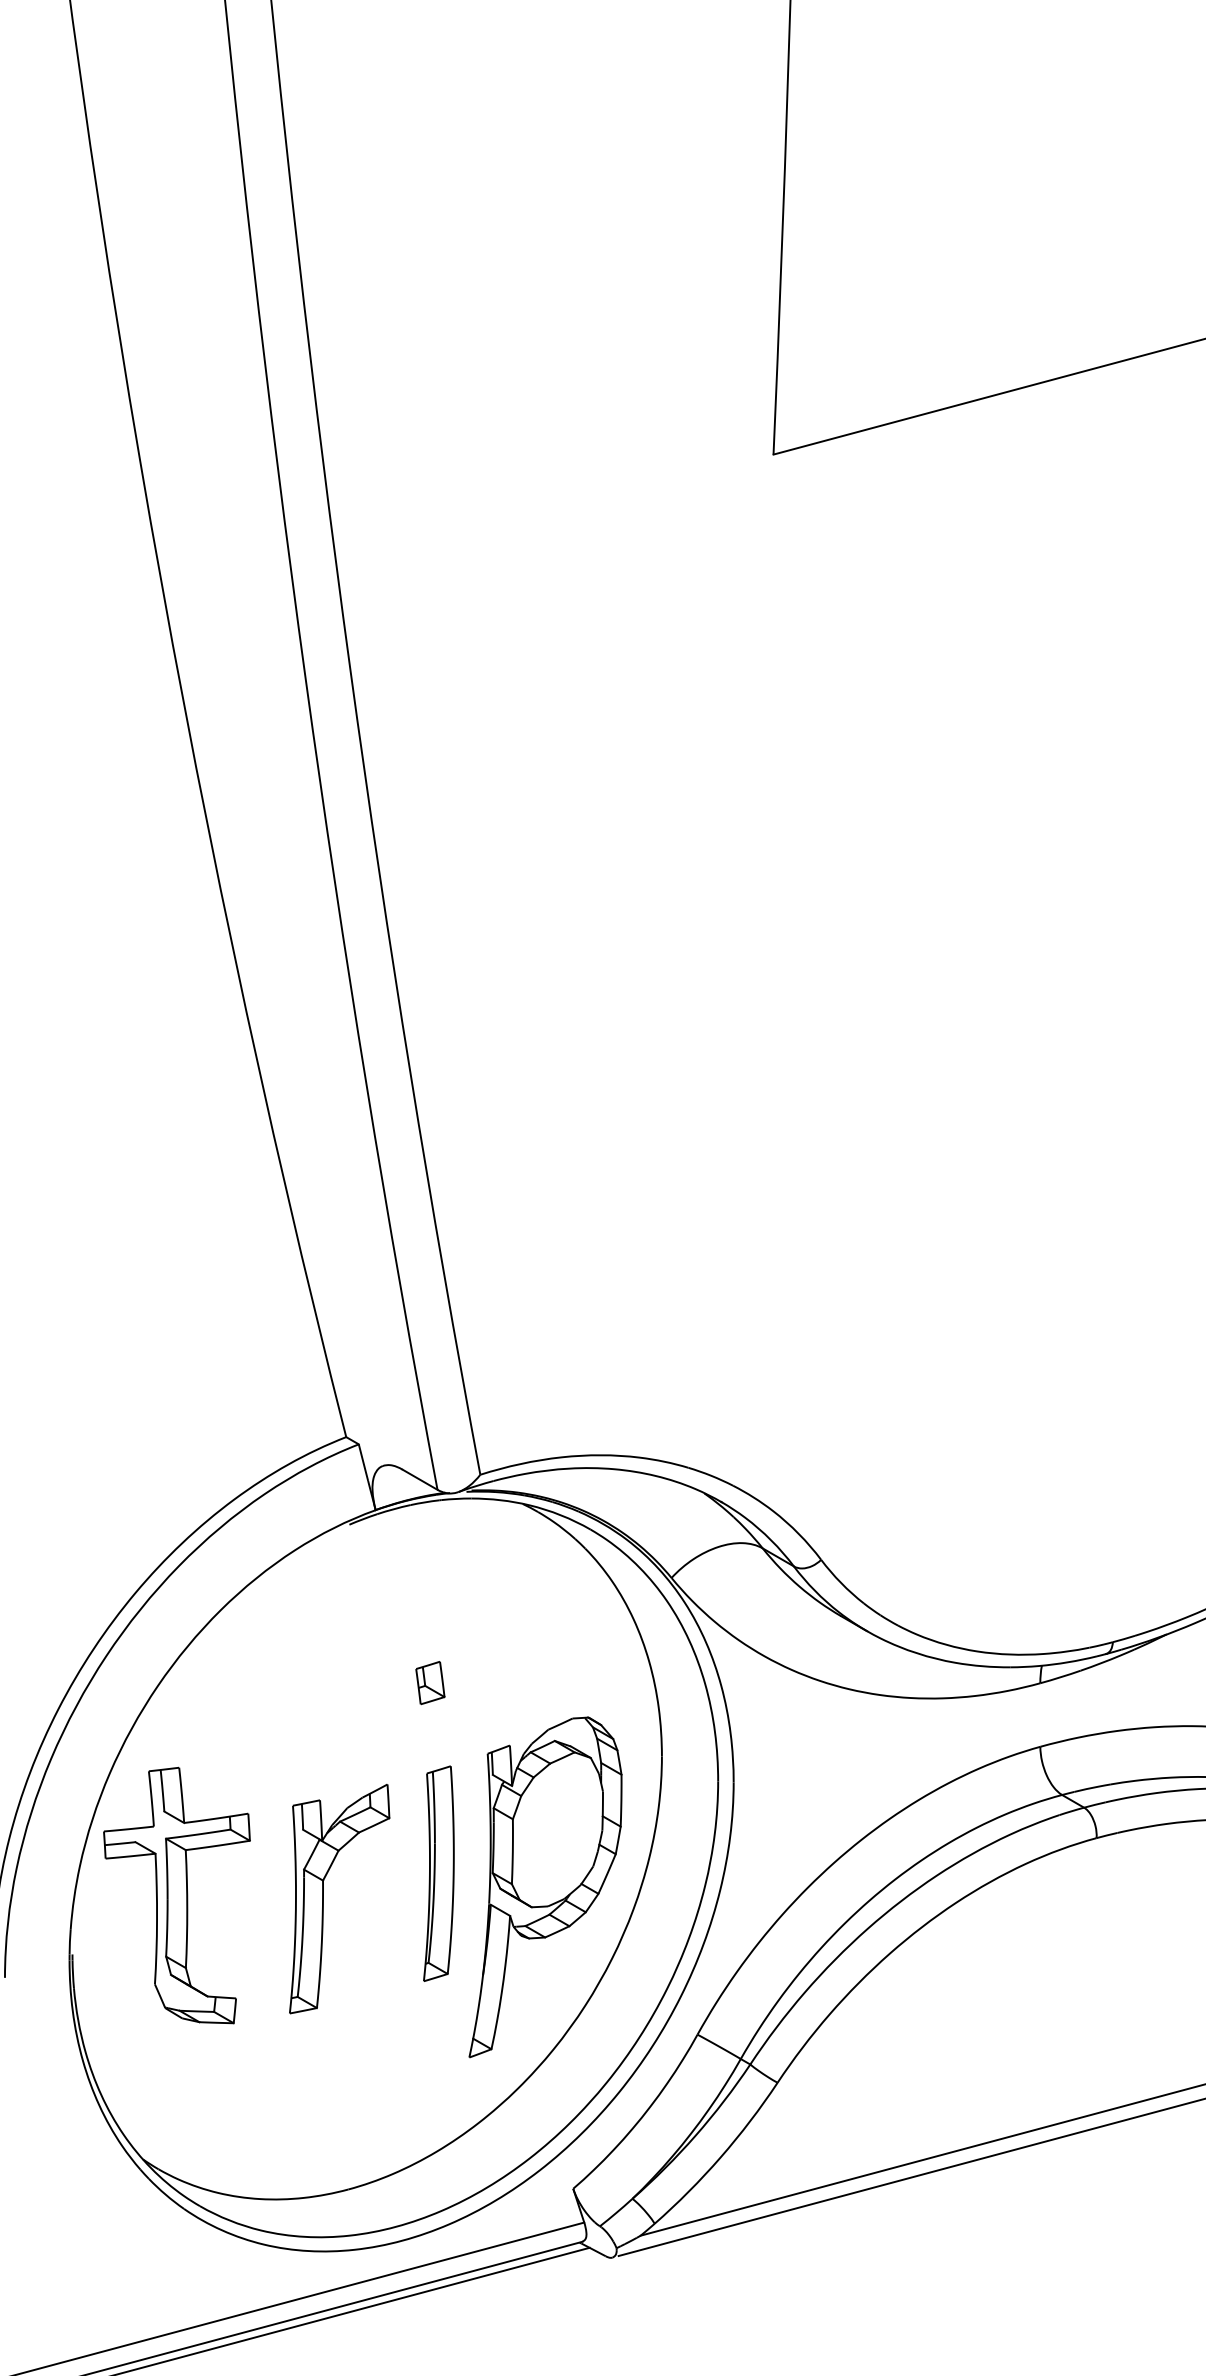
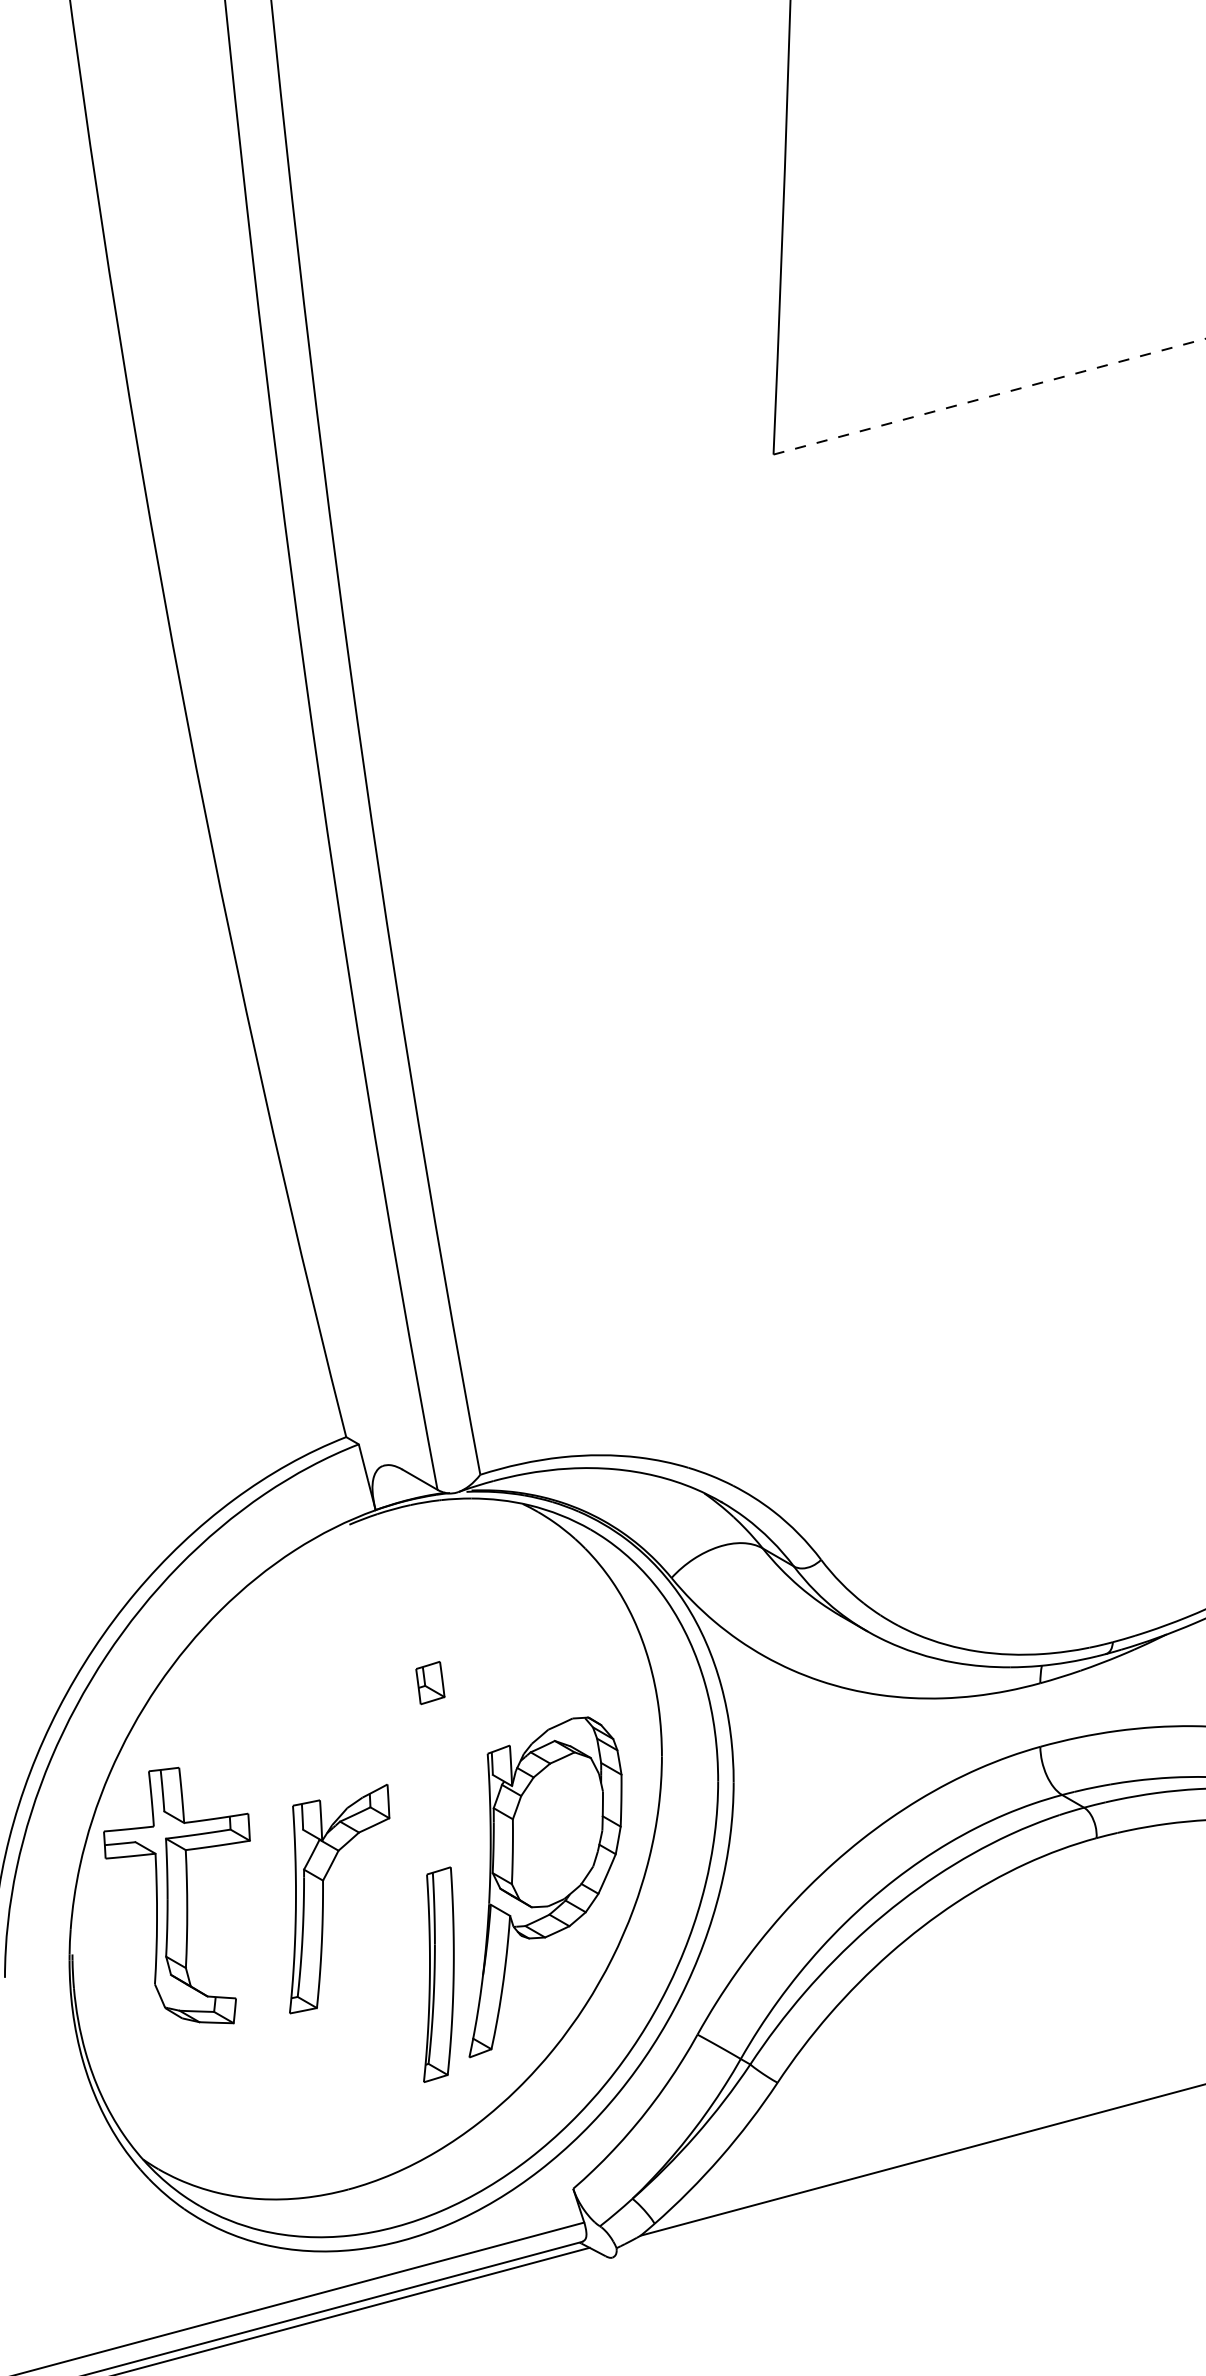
line at (989, 396): solid -> dashed
part at (438, 1873) position: (438, 1873) -> (438, 1974)
line at (910, 2177): present -> none
